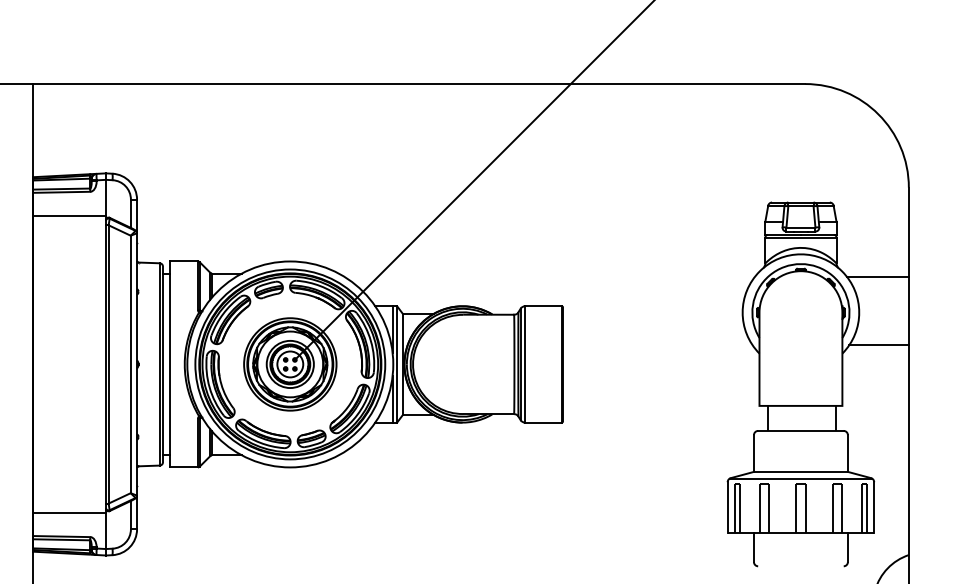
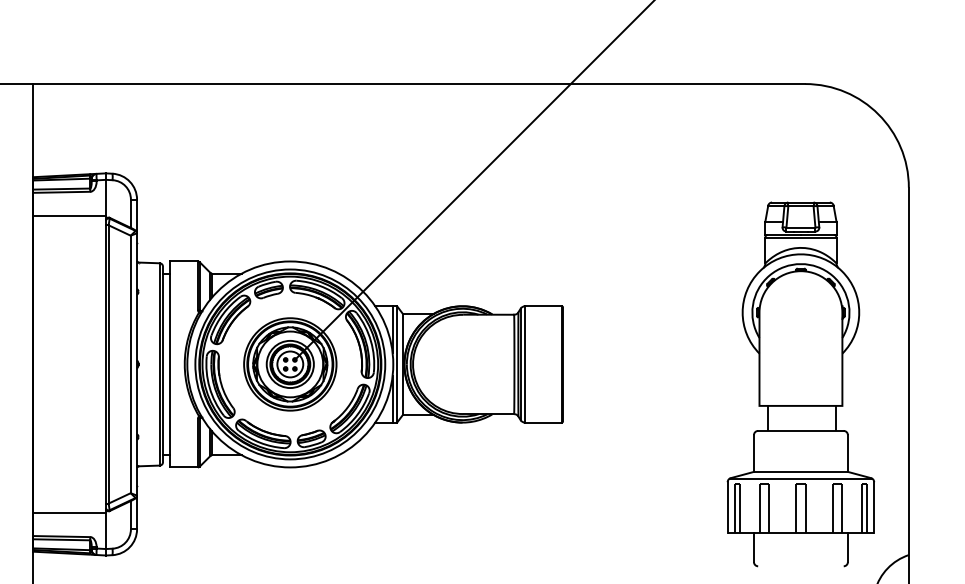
line at (877, 276): present -> none
line at (878, 345): present -> none
